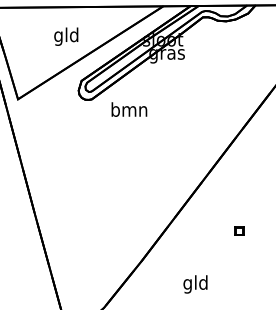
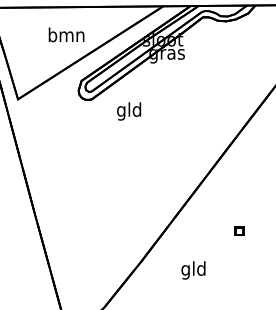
text at (66, 36): gld -> bmn
text at (129, 111): bmn -> gld
text at (195, 284) position: (195, 284) -> (193, 270)
